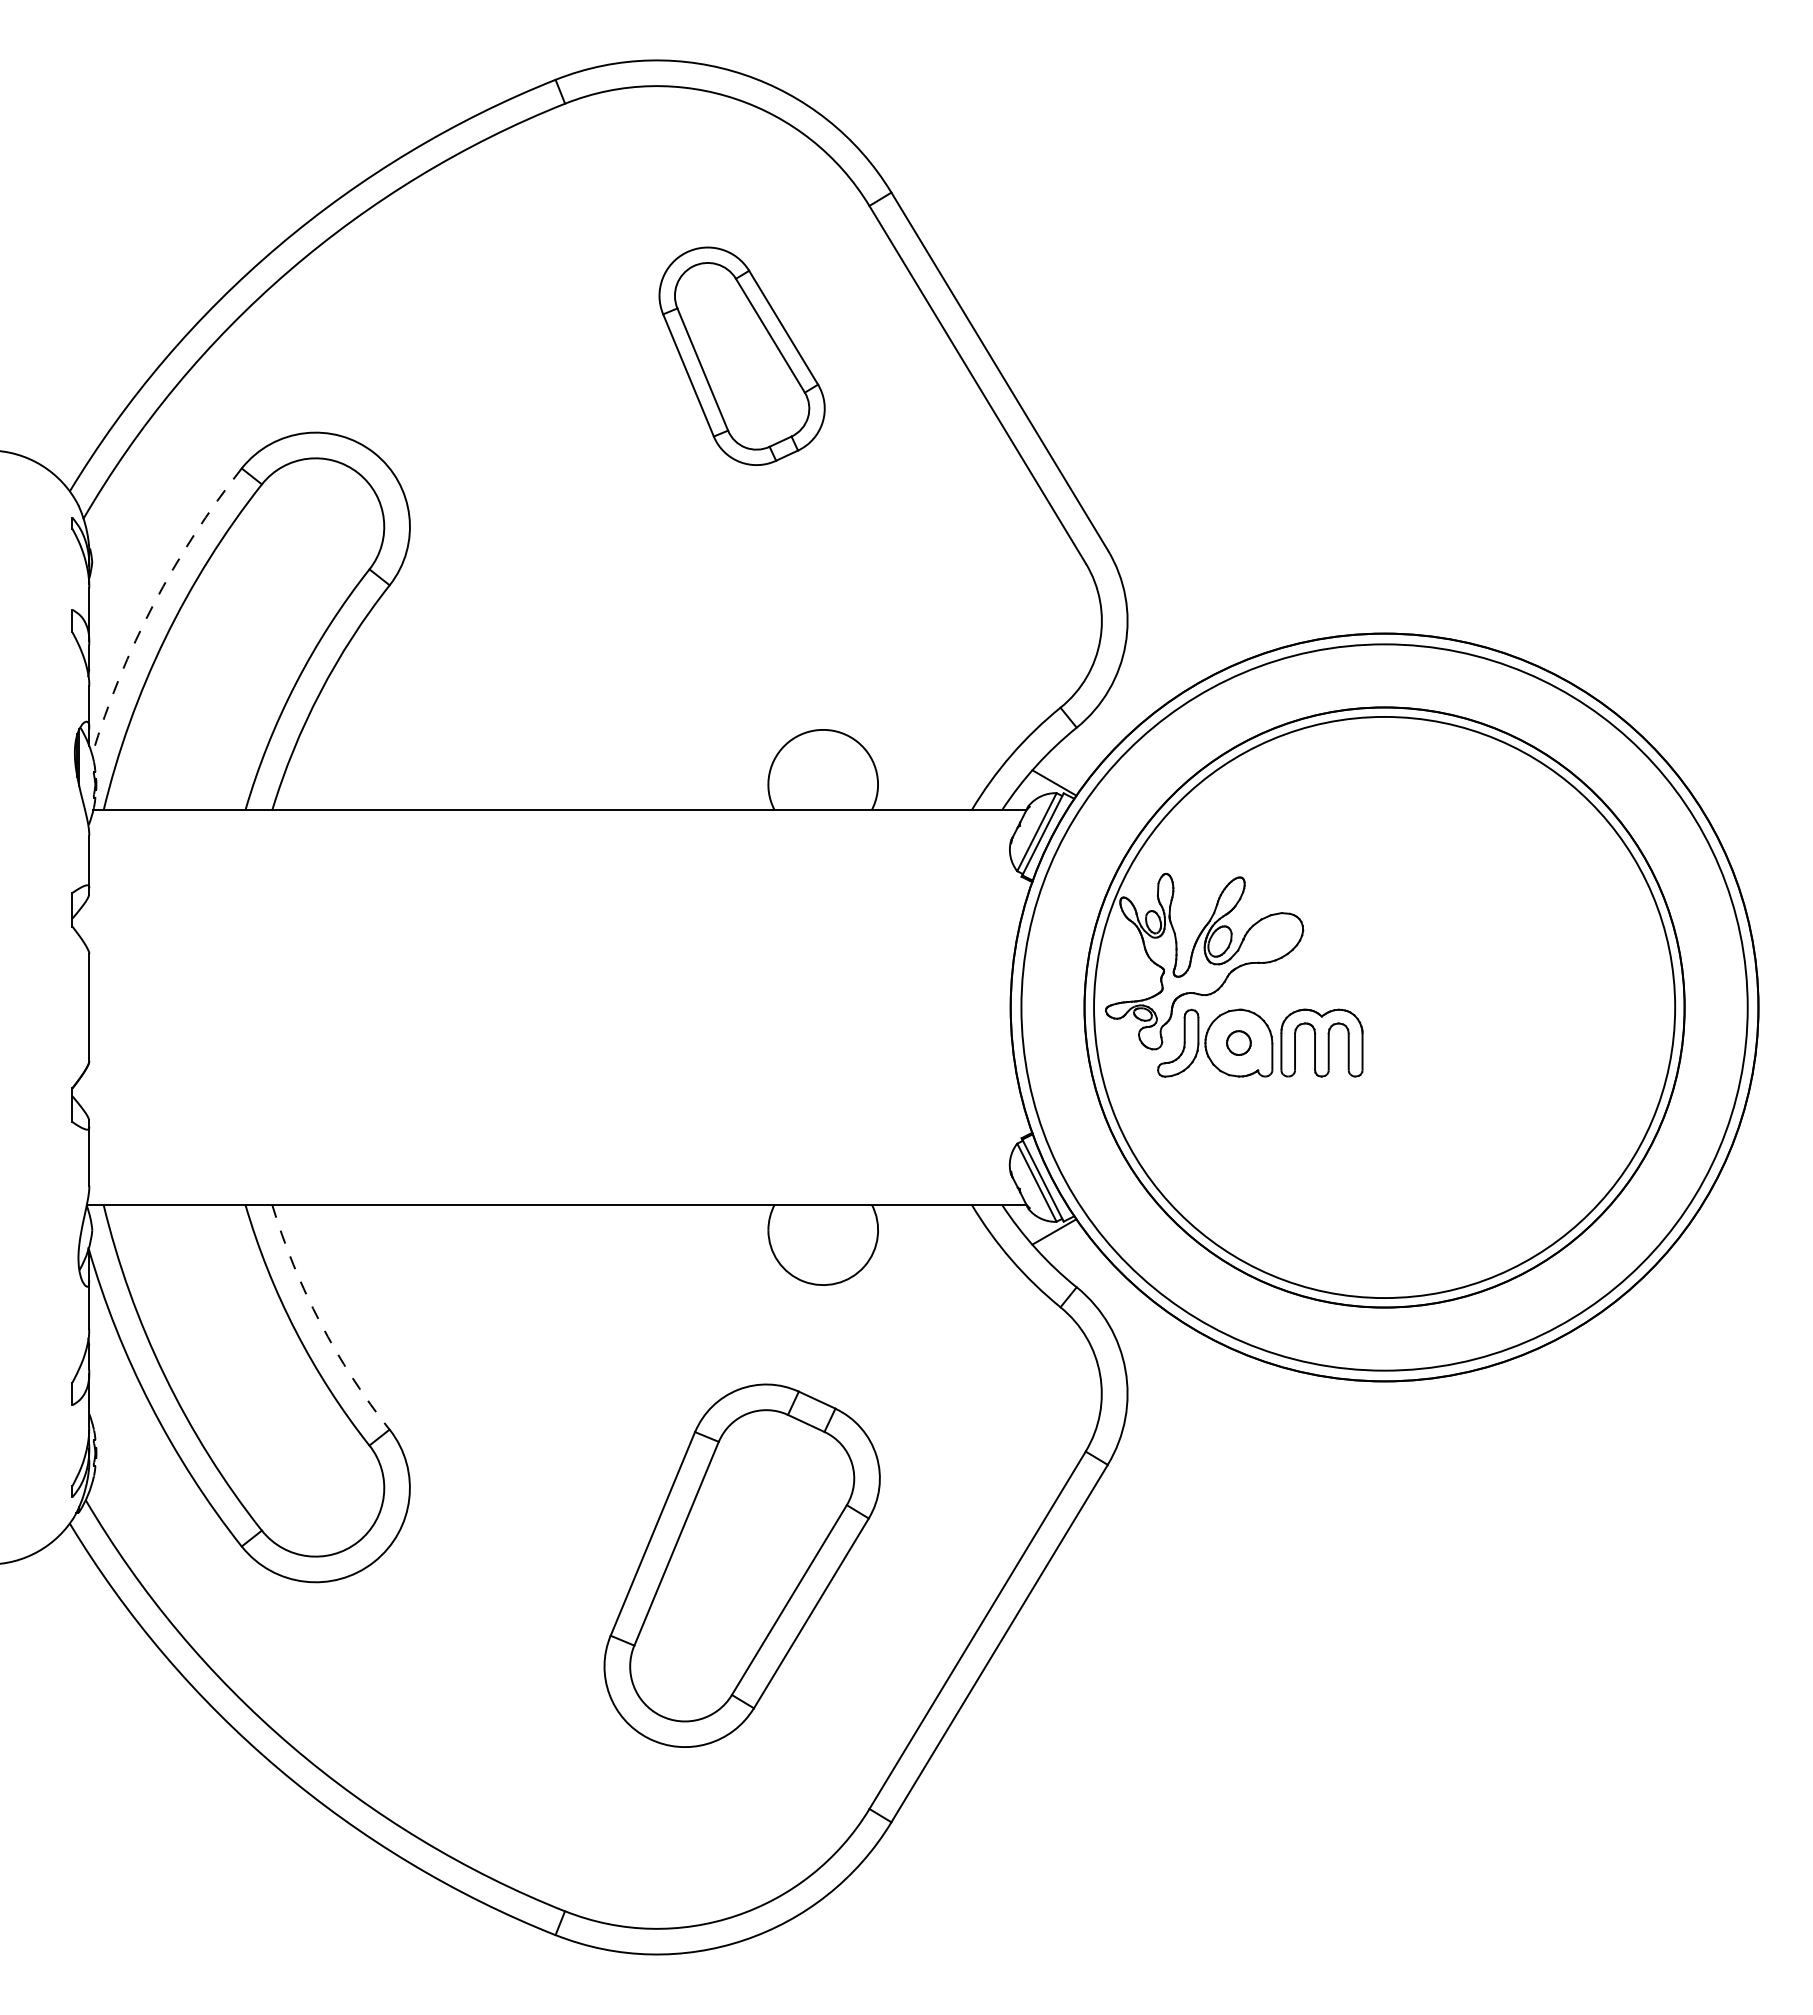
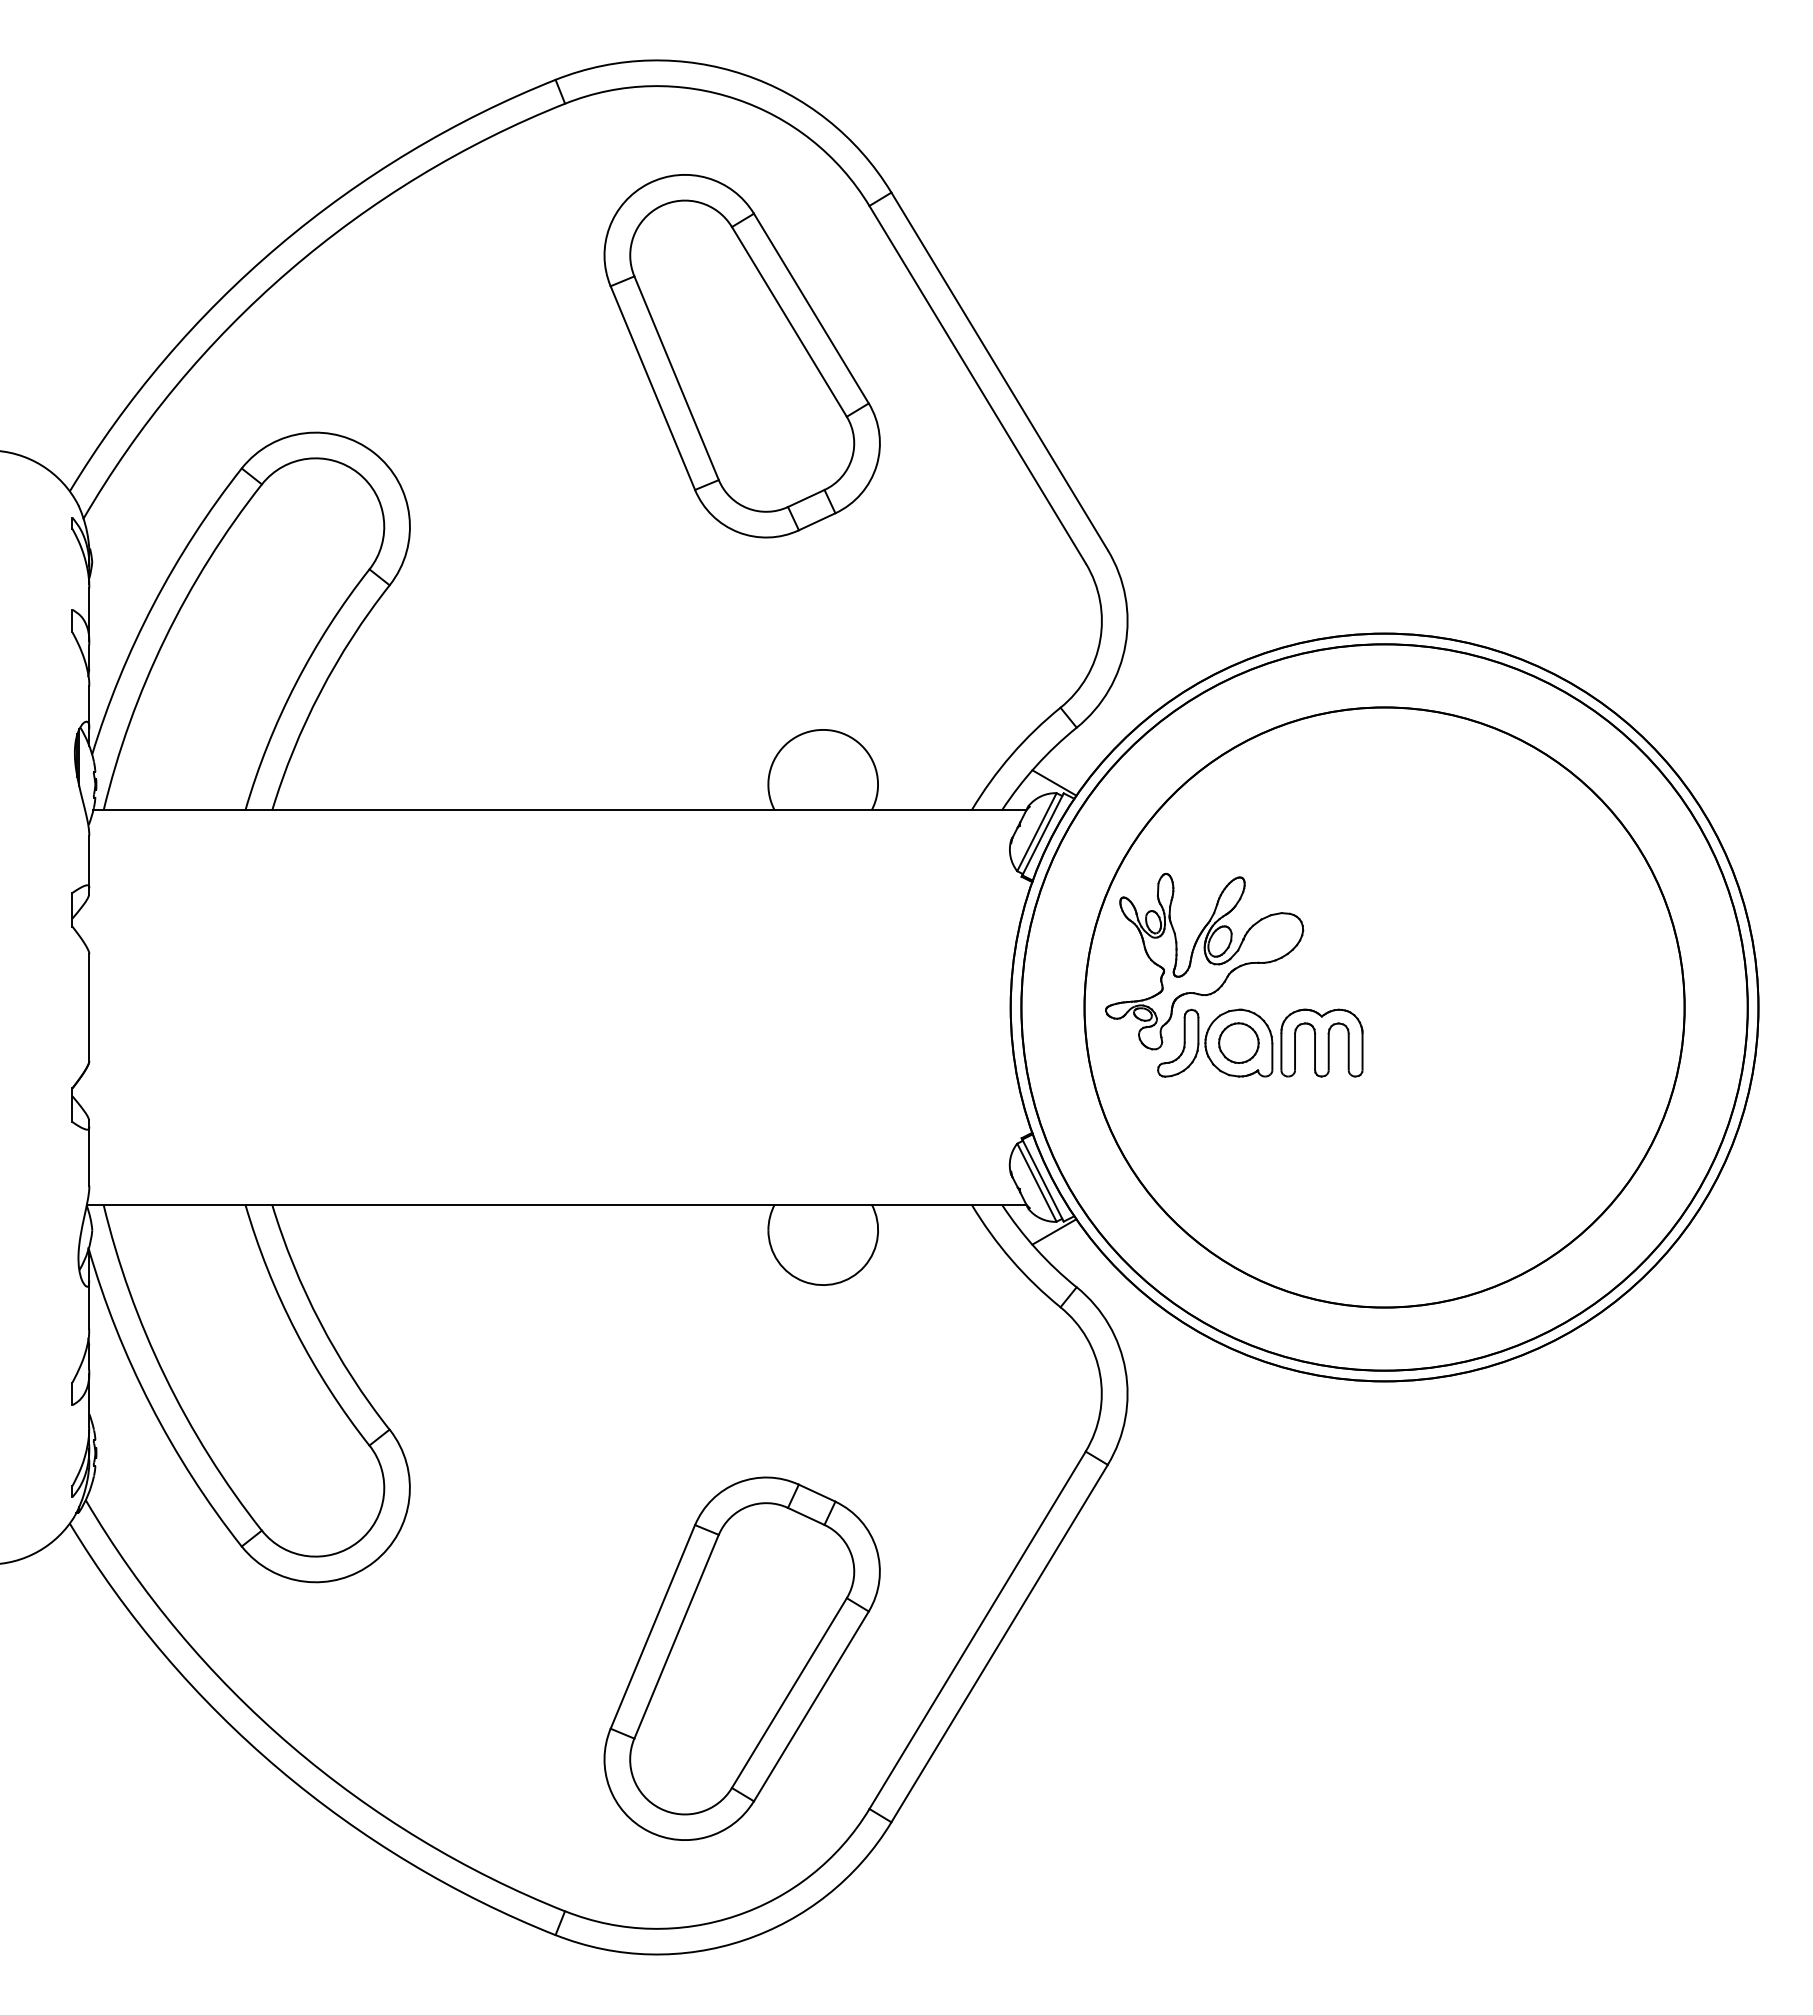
part at (741, 355) size: 168x220 px -> 278x365 px
arc at (153, 604): dashed -> solid
circle at (1384, 1007) diameter: 581 px -> 726 px
part at (1238, 1042) size: 26x26 px -> 42x42 px
arc at (320, 1322): dashed -> solid
part at (741, 1565) position: (741, 1565) -> (741, 1658)
